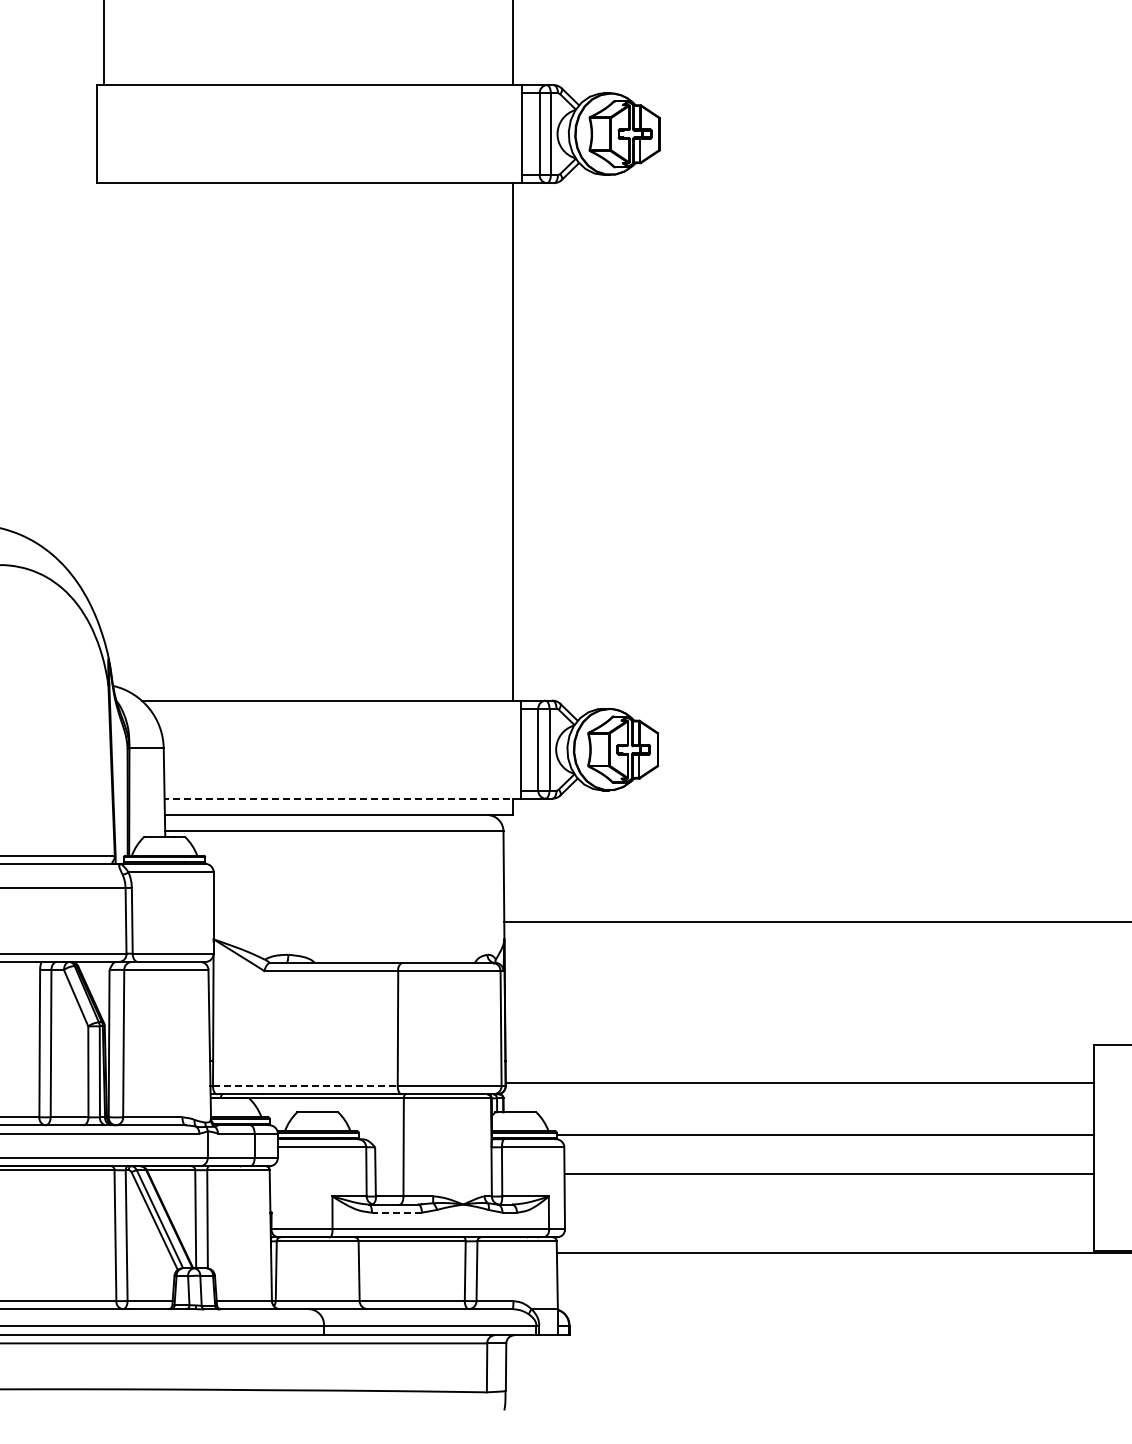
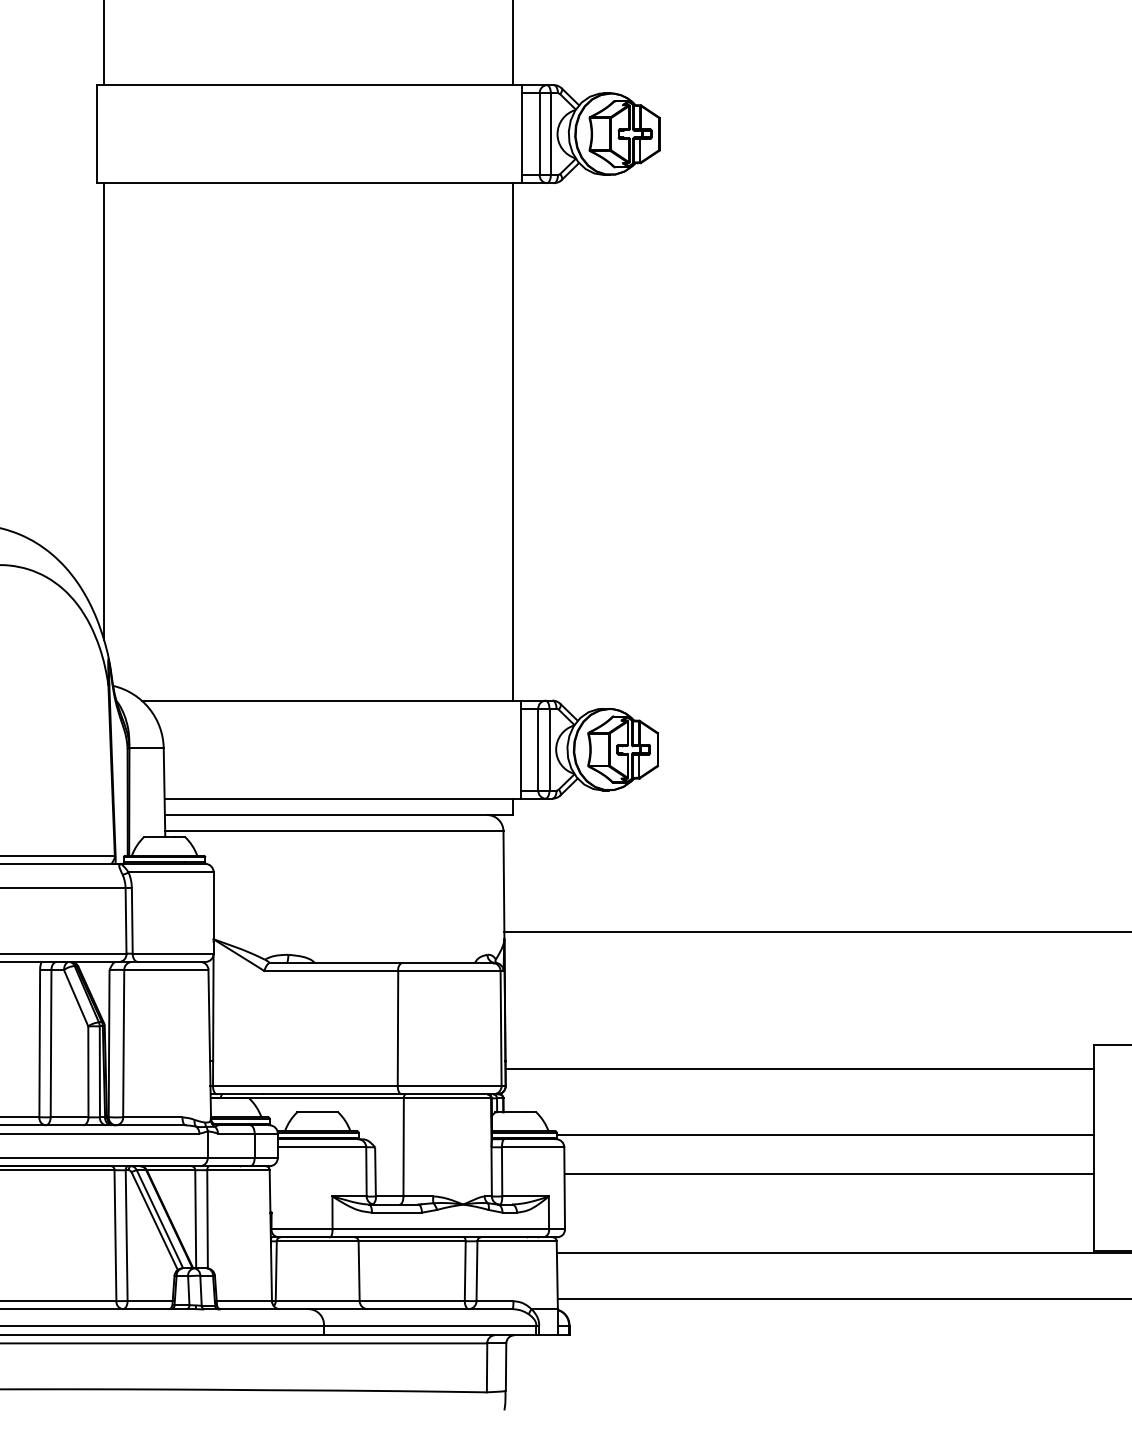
line at (104, 411): none -> present
line at (342, 798): dashed -> solid
line at (816, 922) position: (816, 922) -> (816, 932)
line at (799, 1083) position: (799, 1083) -> (799, 1069)
line at (305, 1086): dashed -> solid
line at (396, 1212): dashed -> solid
line at (842, 1299): none -> present
